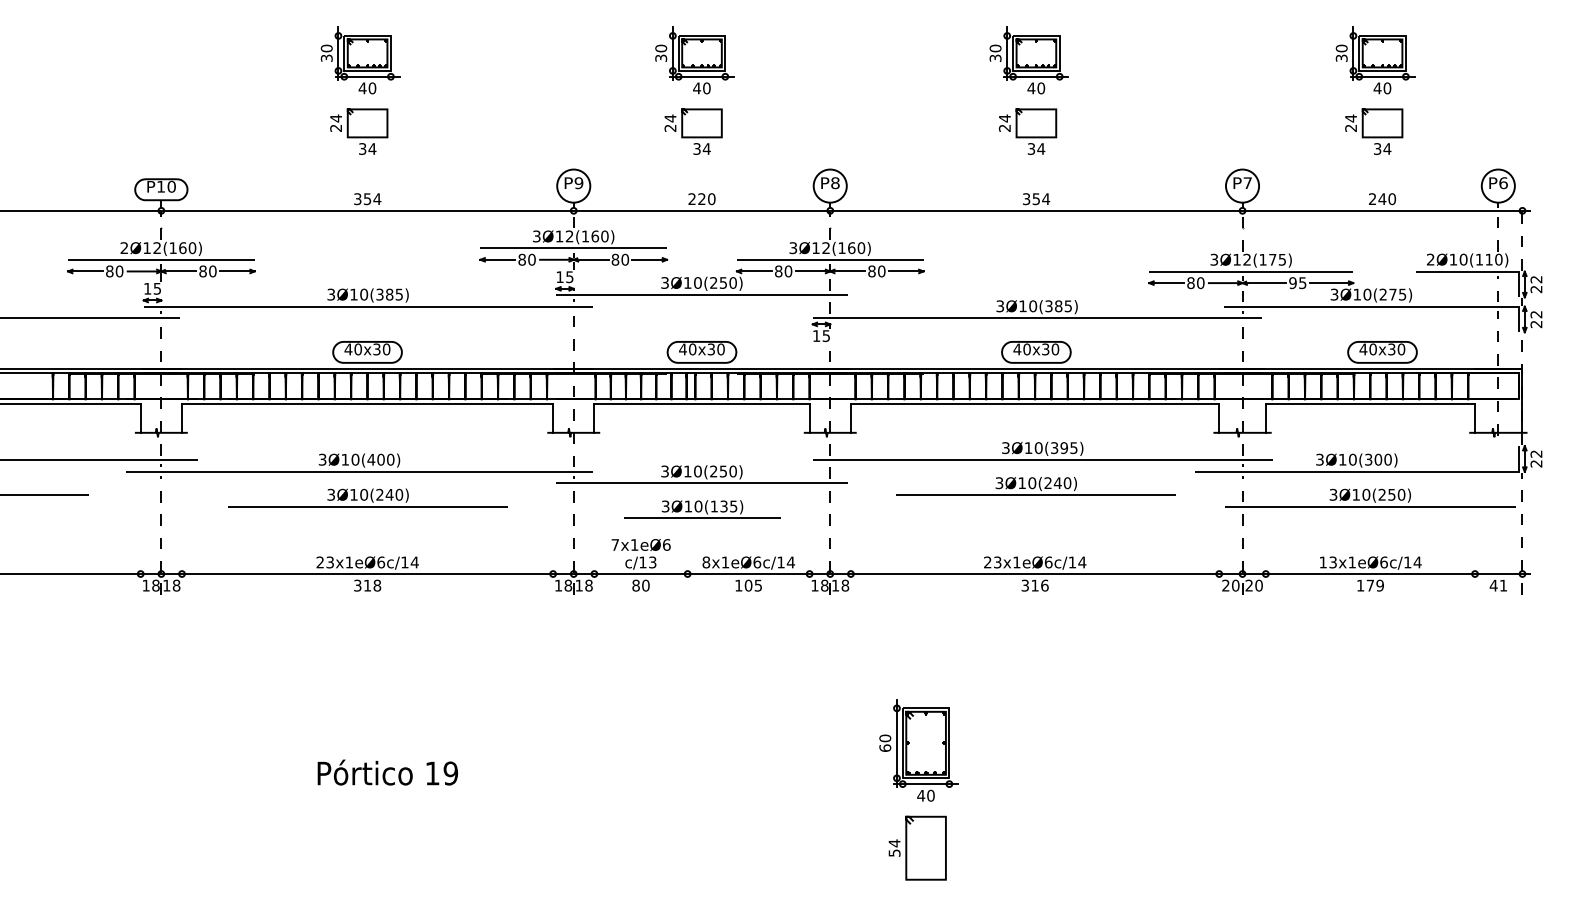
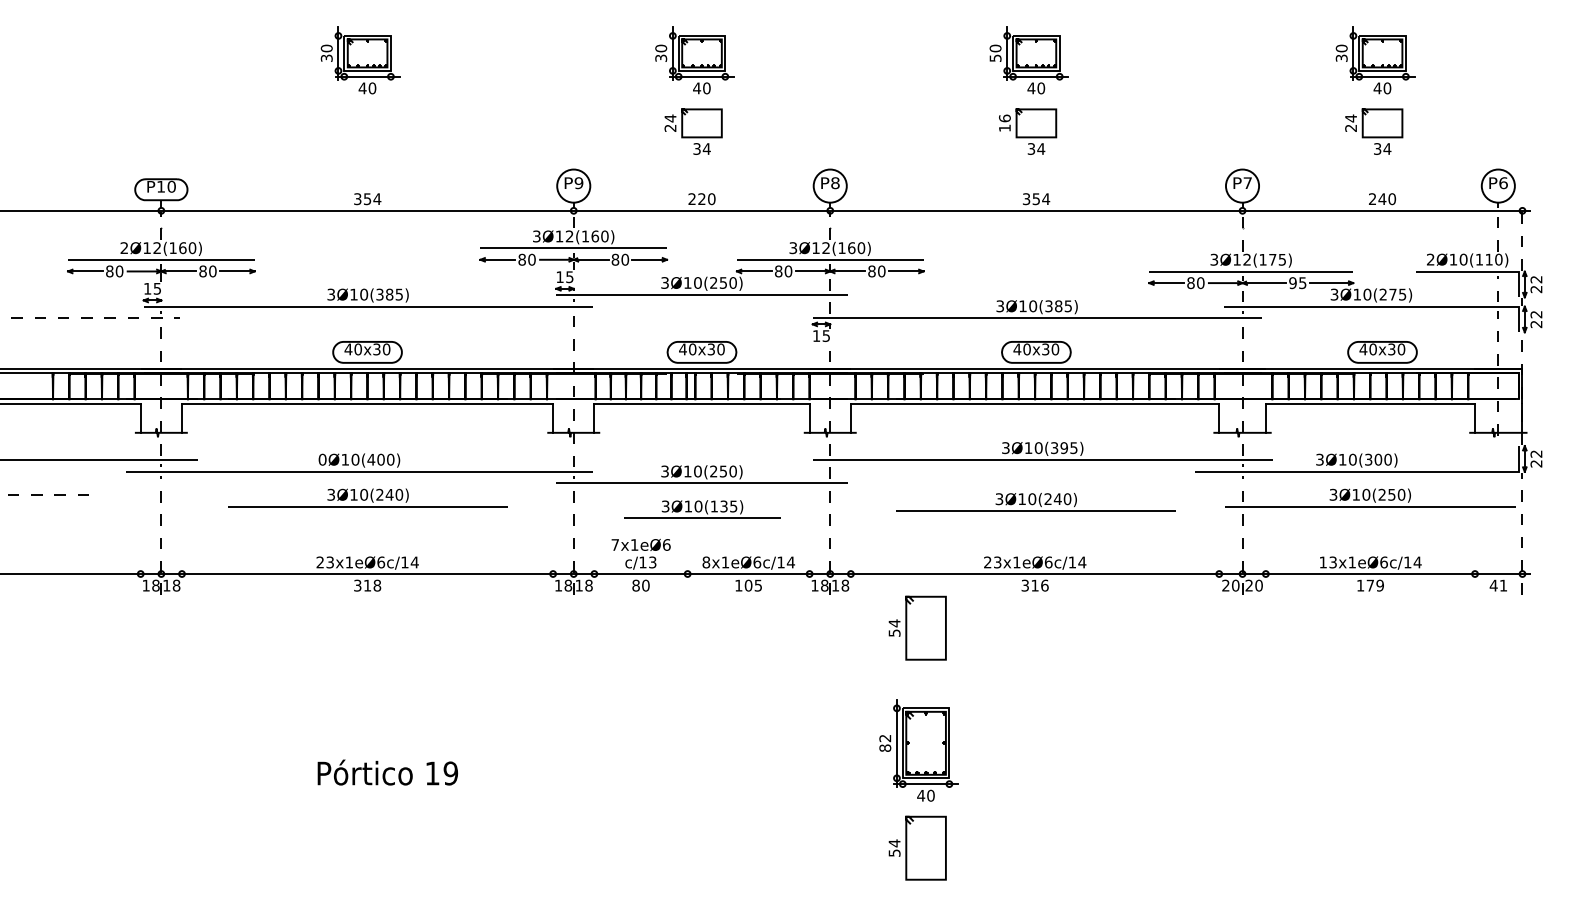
text at (994, 57): 30 -> 50
text at (1004, 122): 24 -> 16
part at (359, 131): present -> none
line at (90, 318): solid -> dashed
text at (322, 459): 3Ø10 -> 0Ø10
part at (1035, 486) position: (1035, 486) -> (1035, 502)
line at (45, 495): solid -> dashed
part at (917, 627): none -> present
text at (885, 742): 60 -> 82
